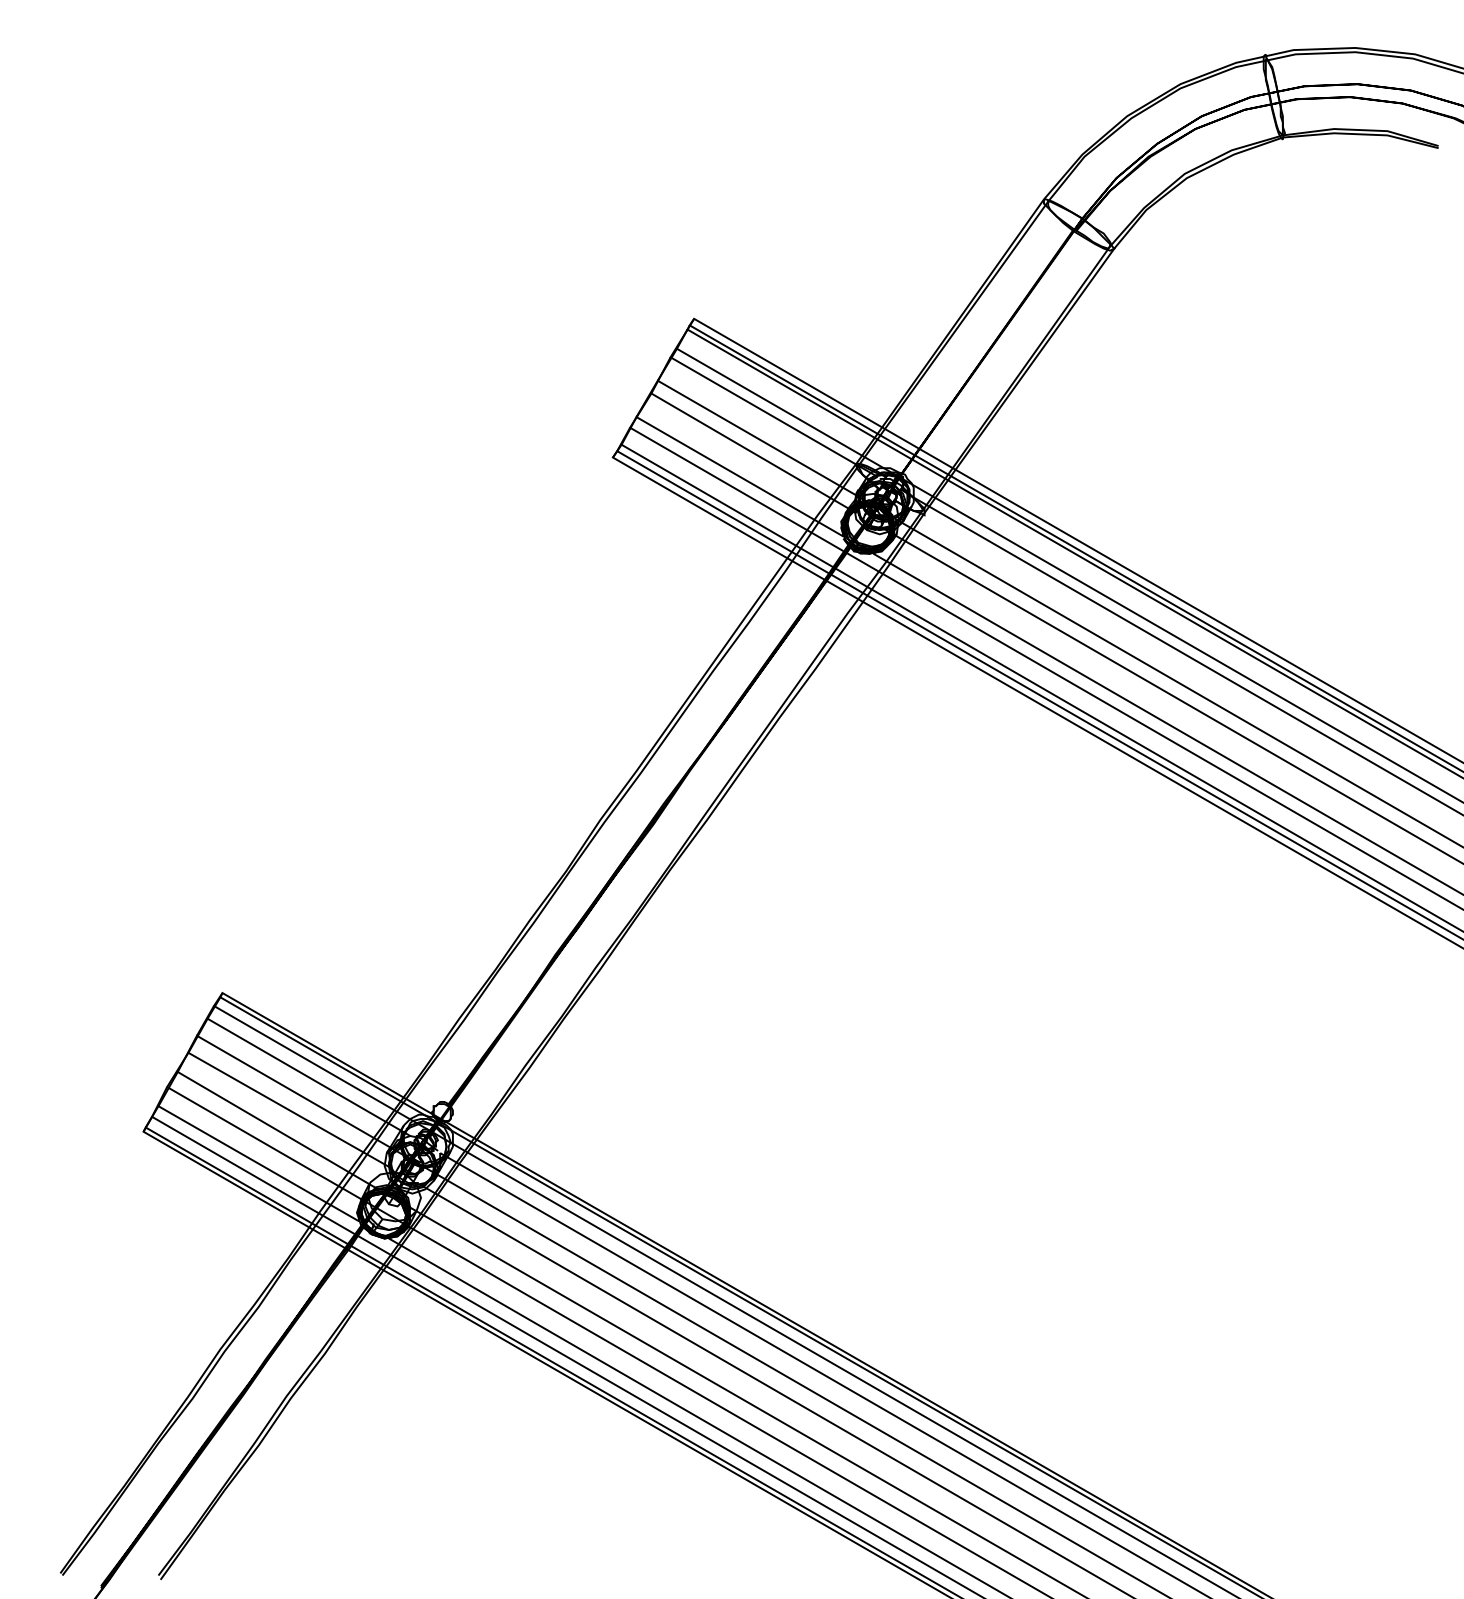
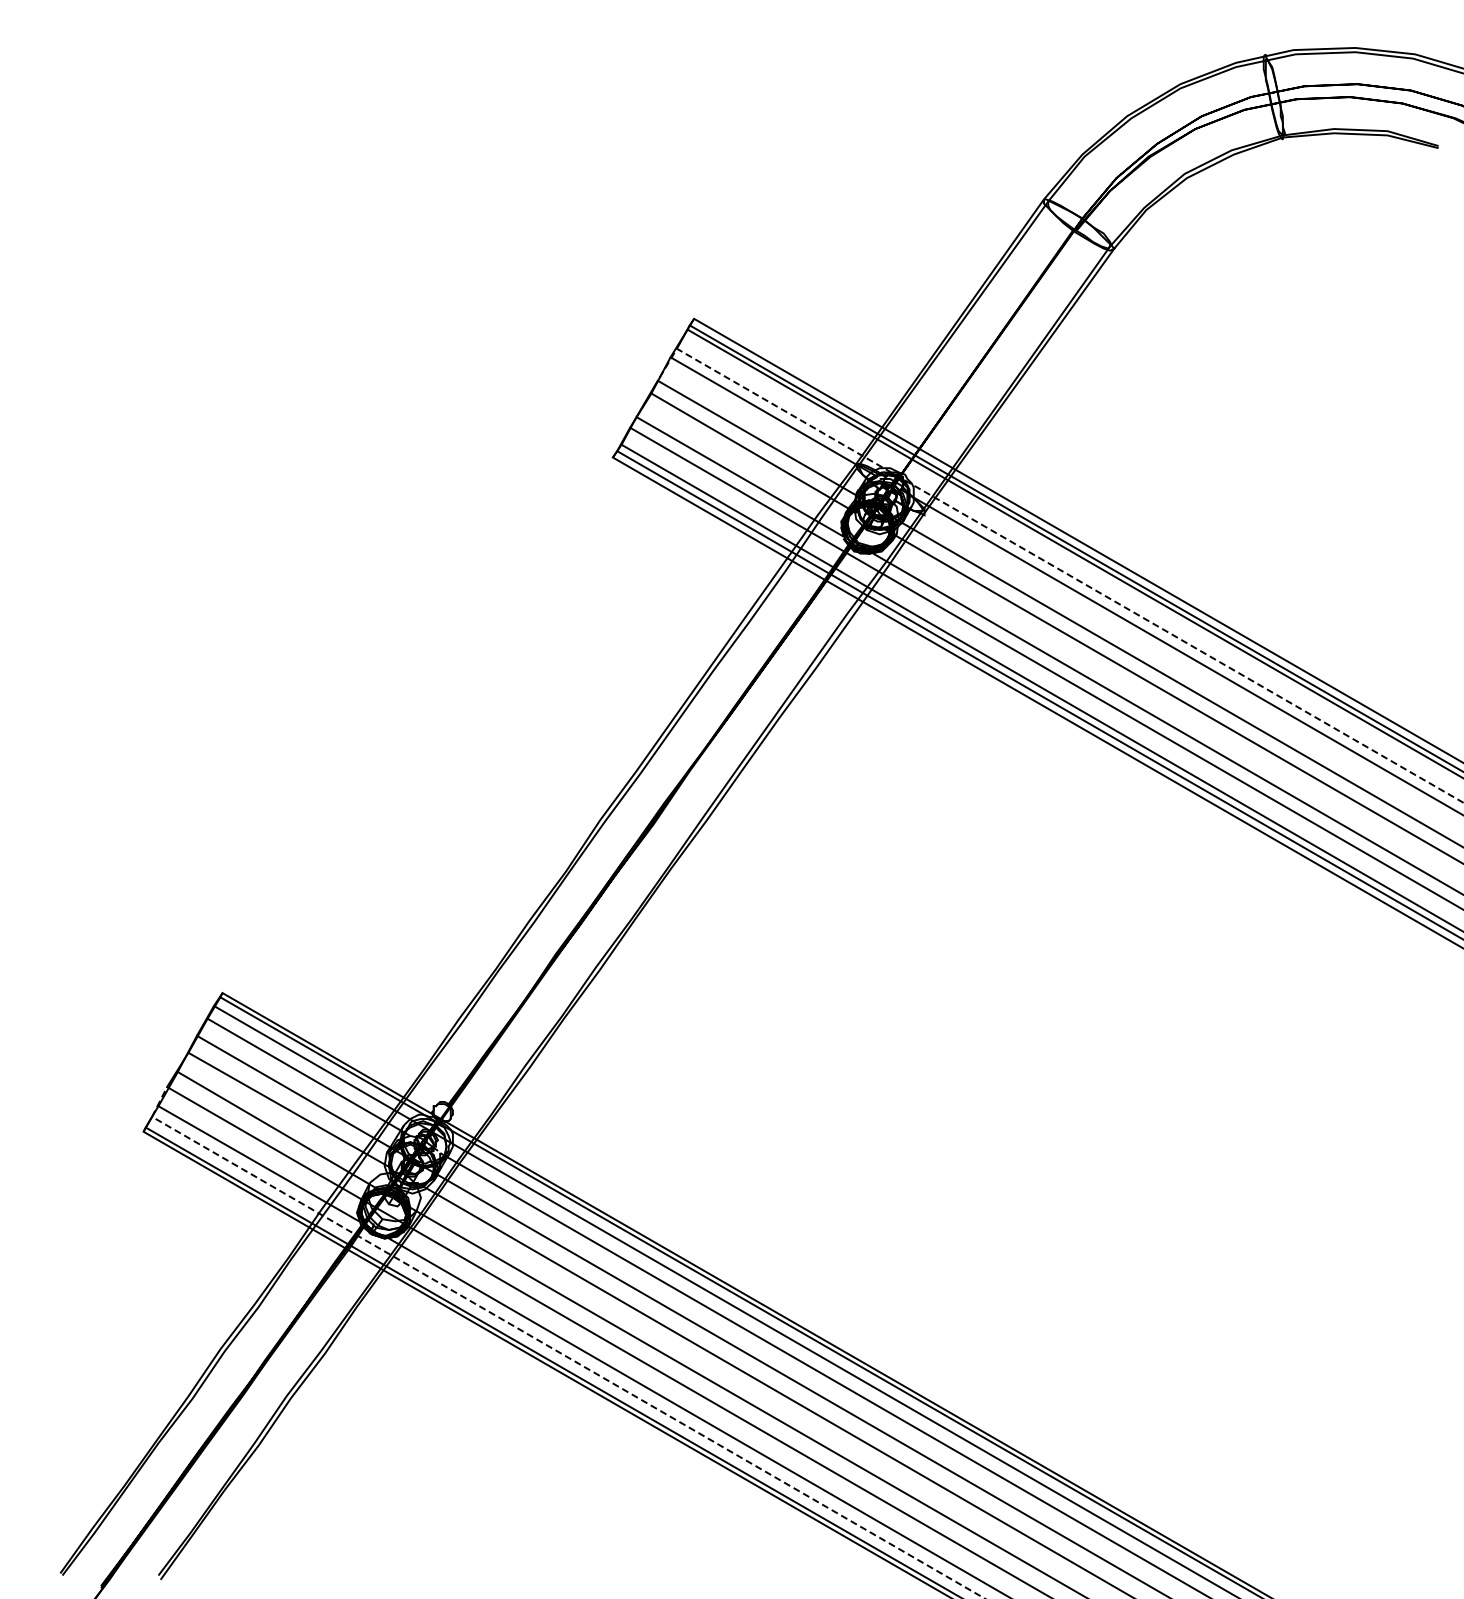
line at (1053, 566): solid -> dashed
line at (553, 1349): solid -> dashed
